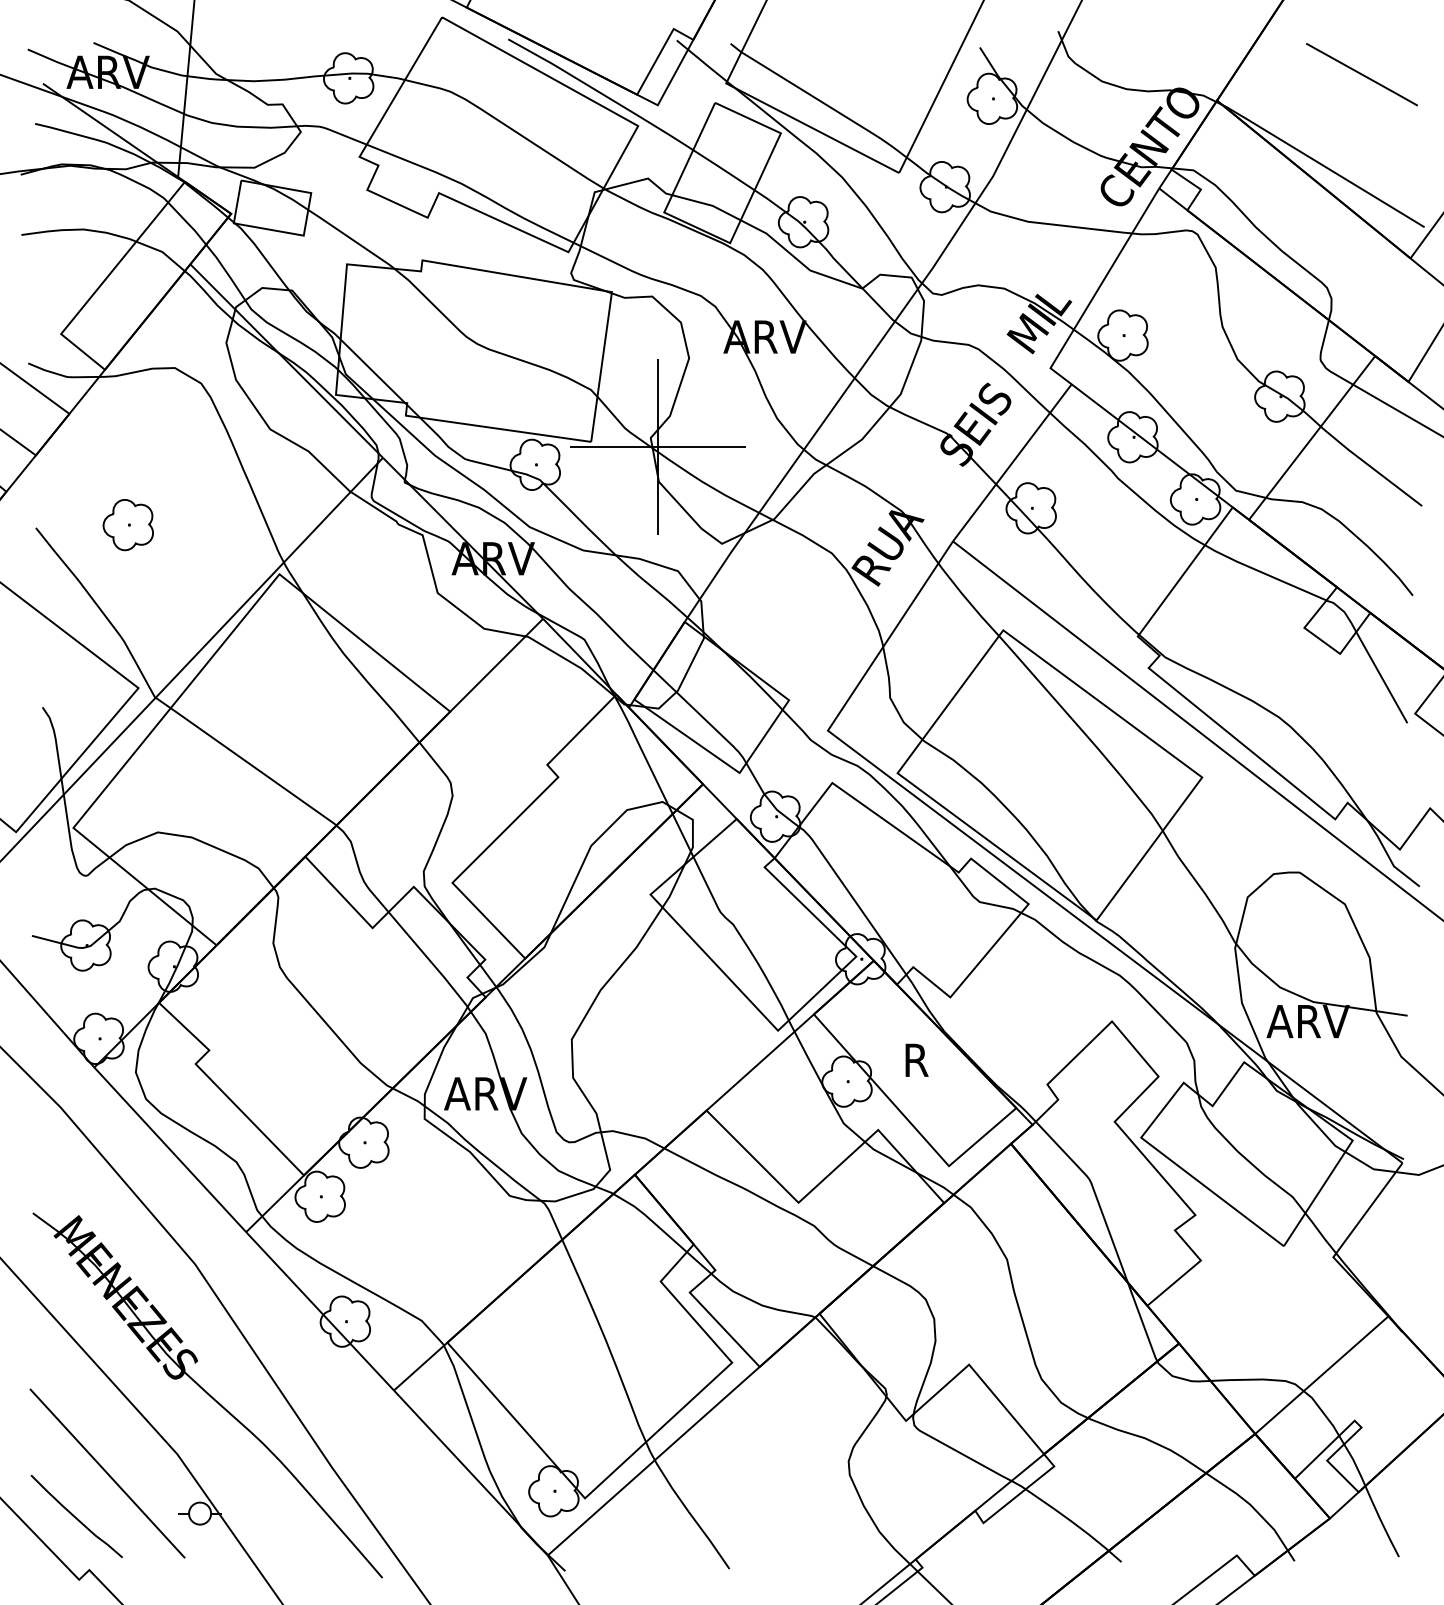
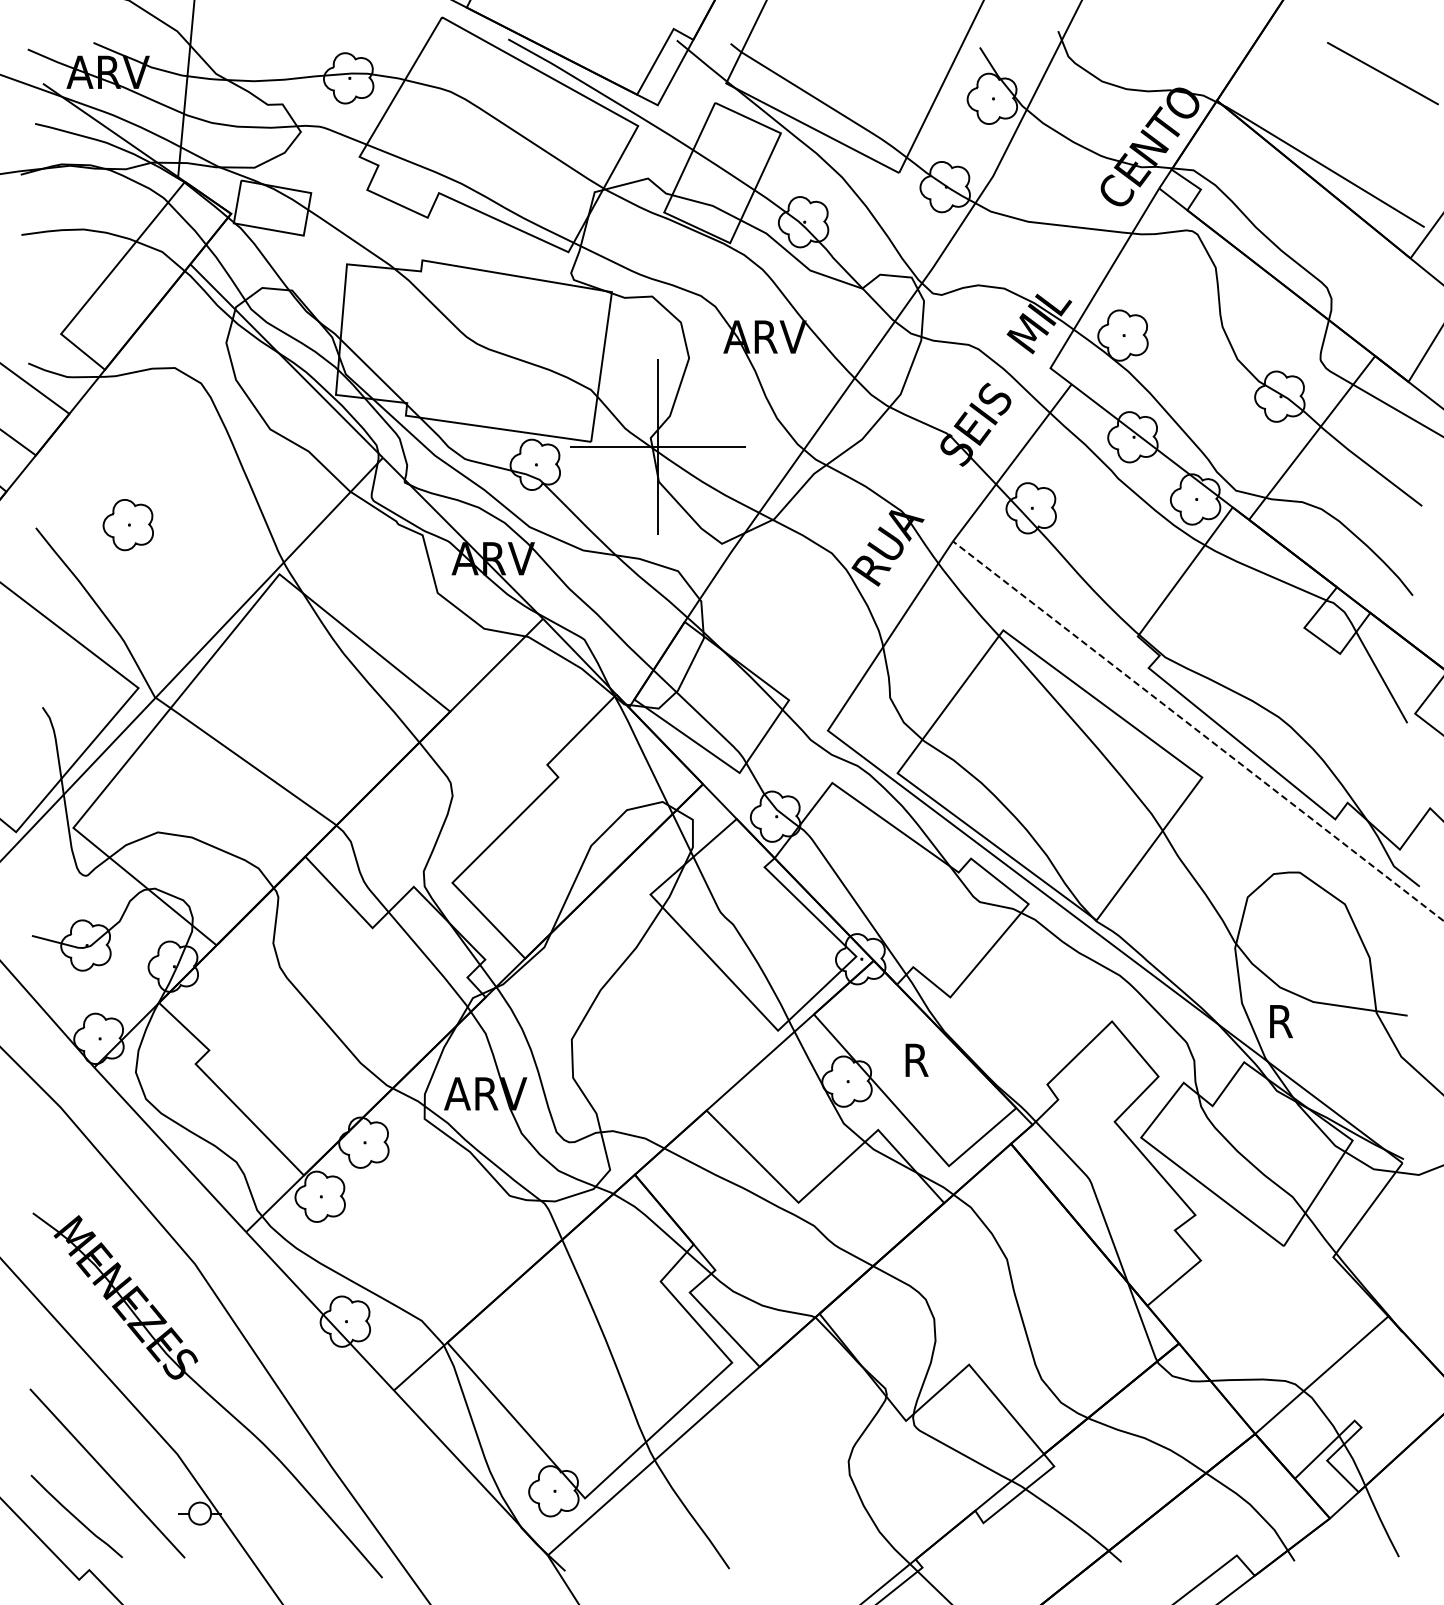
line at (1361, 74) position: (1361, 74) -> (1382, 73)
line at (1198, 730): solid -> dashed
text at (1307, 1021): ARV -> R
